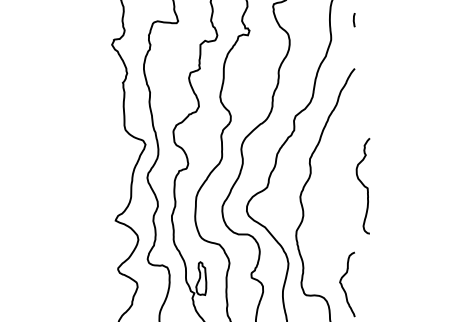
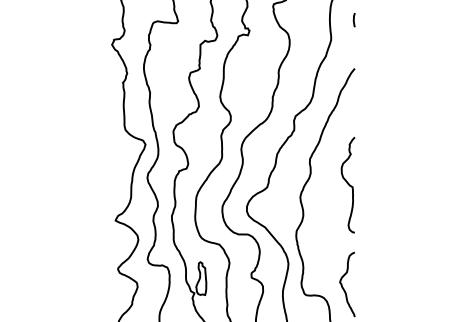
curve at (362, 185) position: (362, 185) -> (347, 184)
